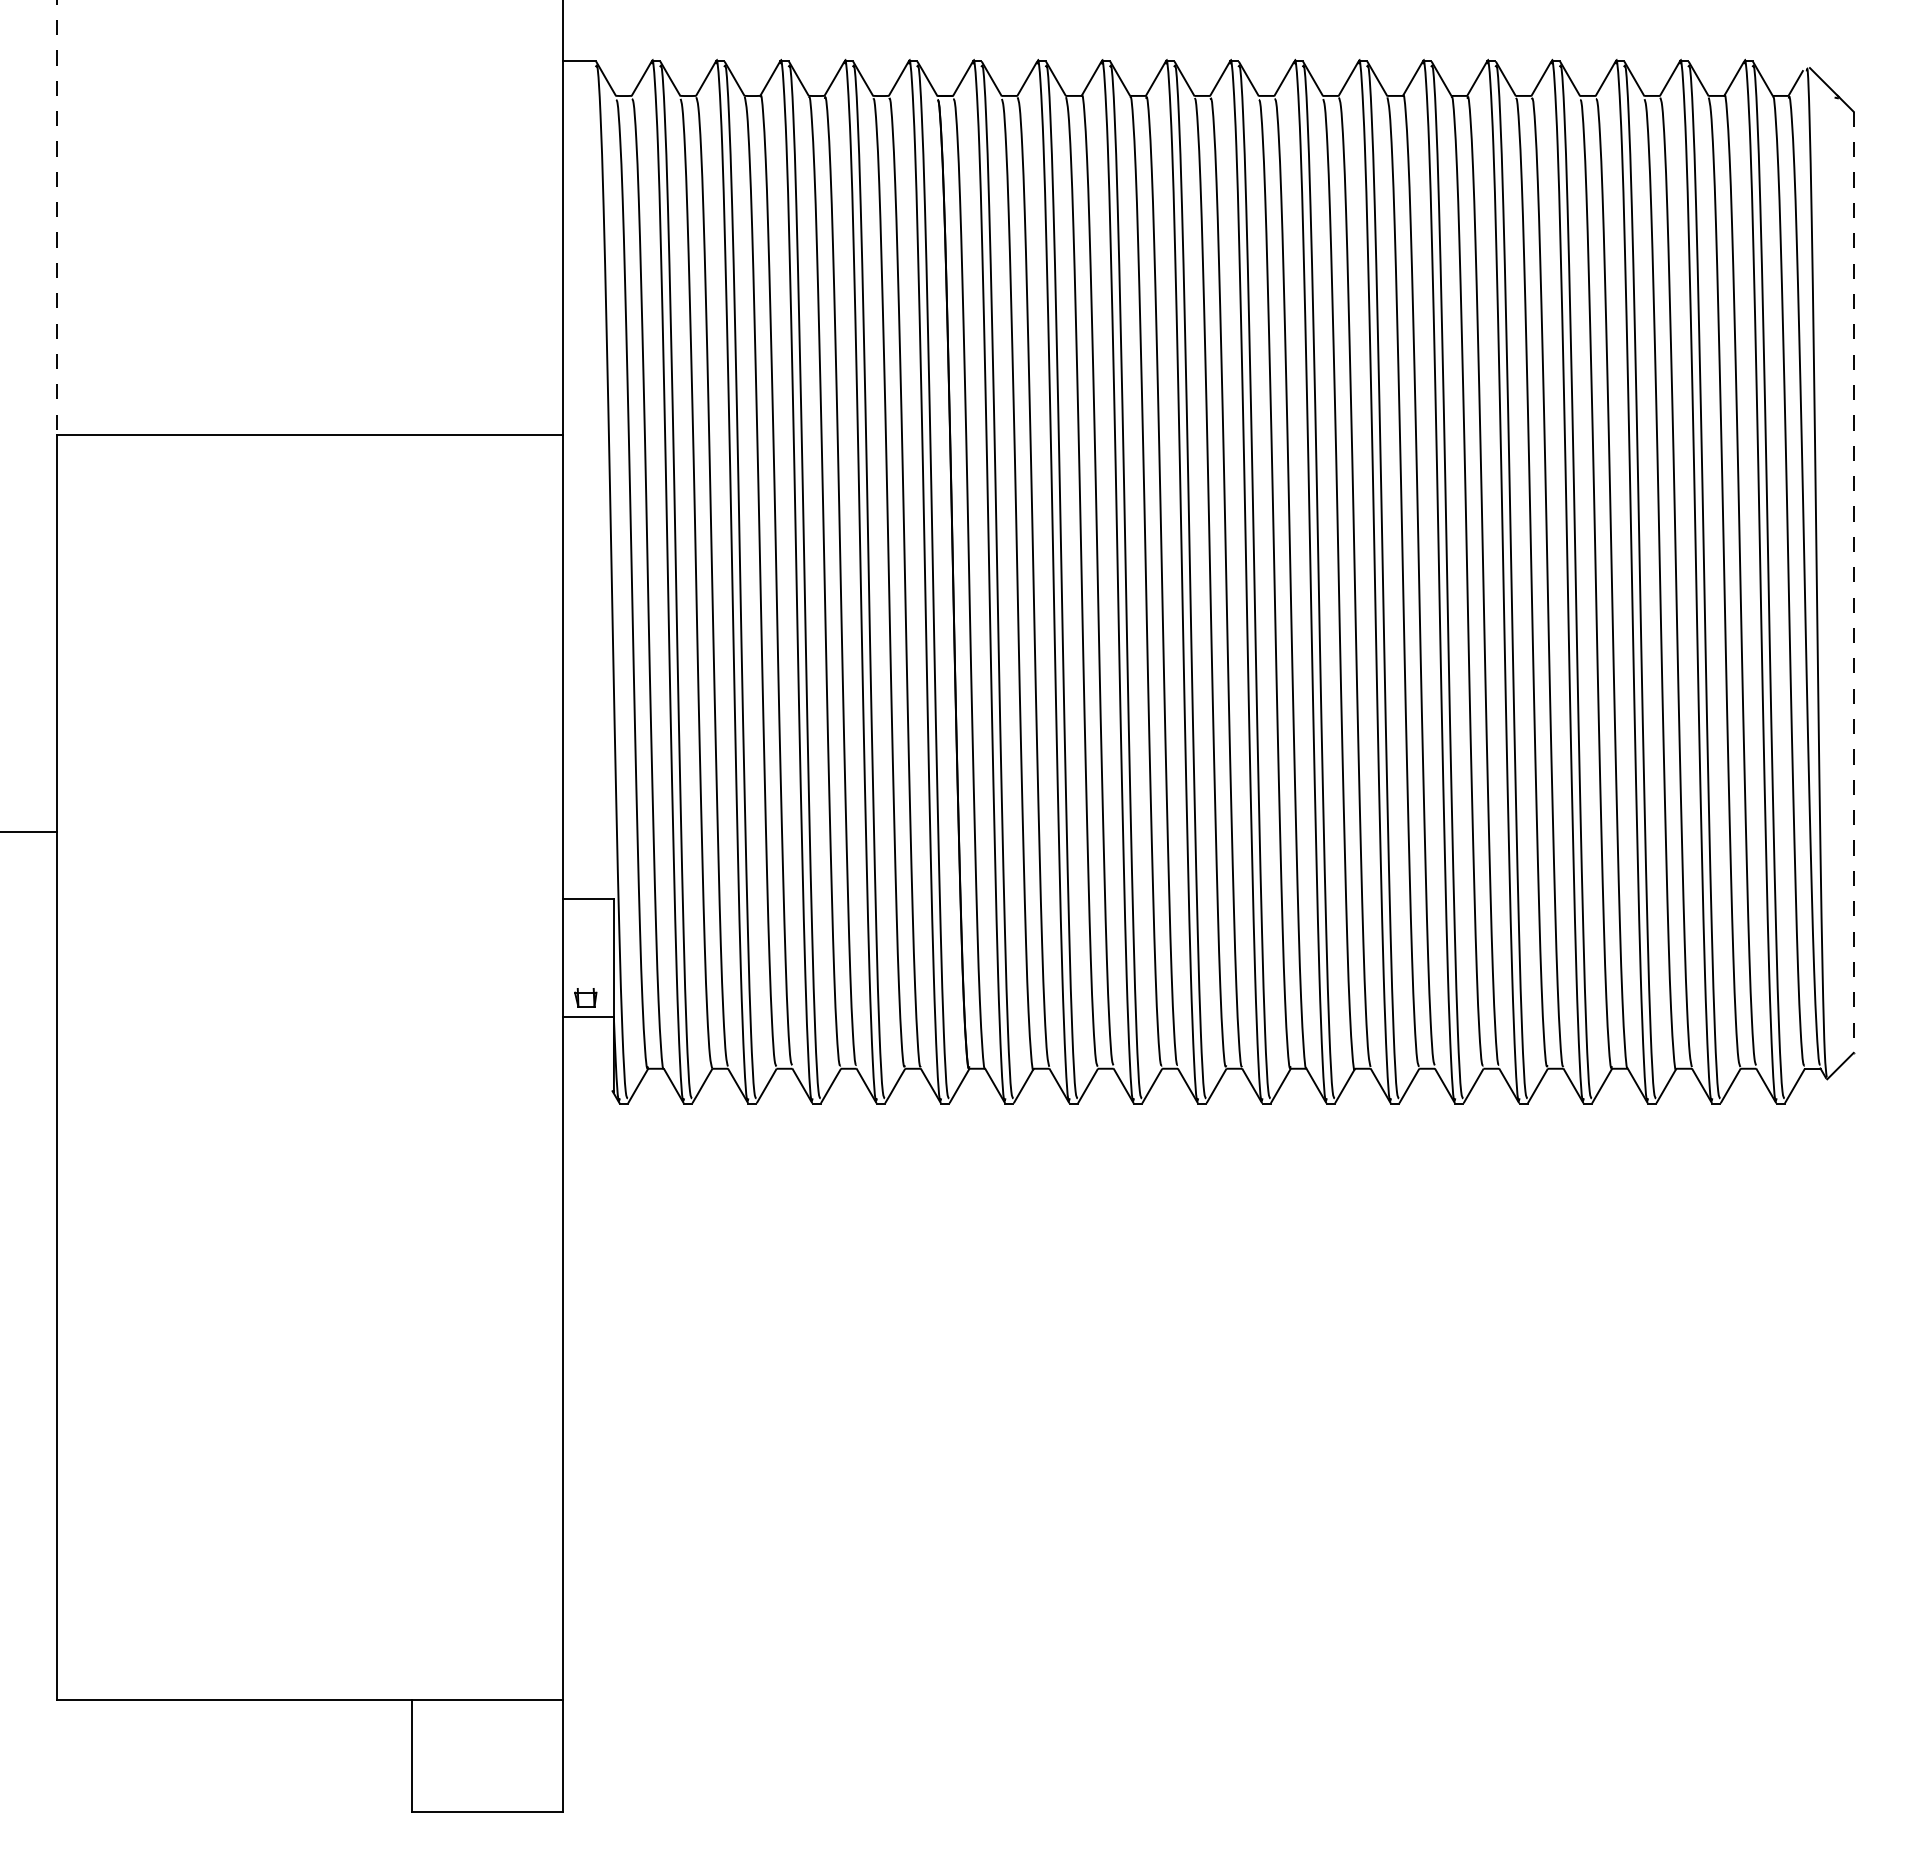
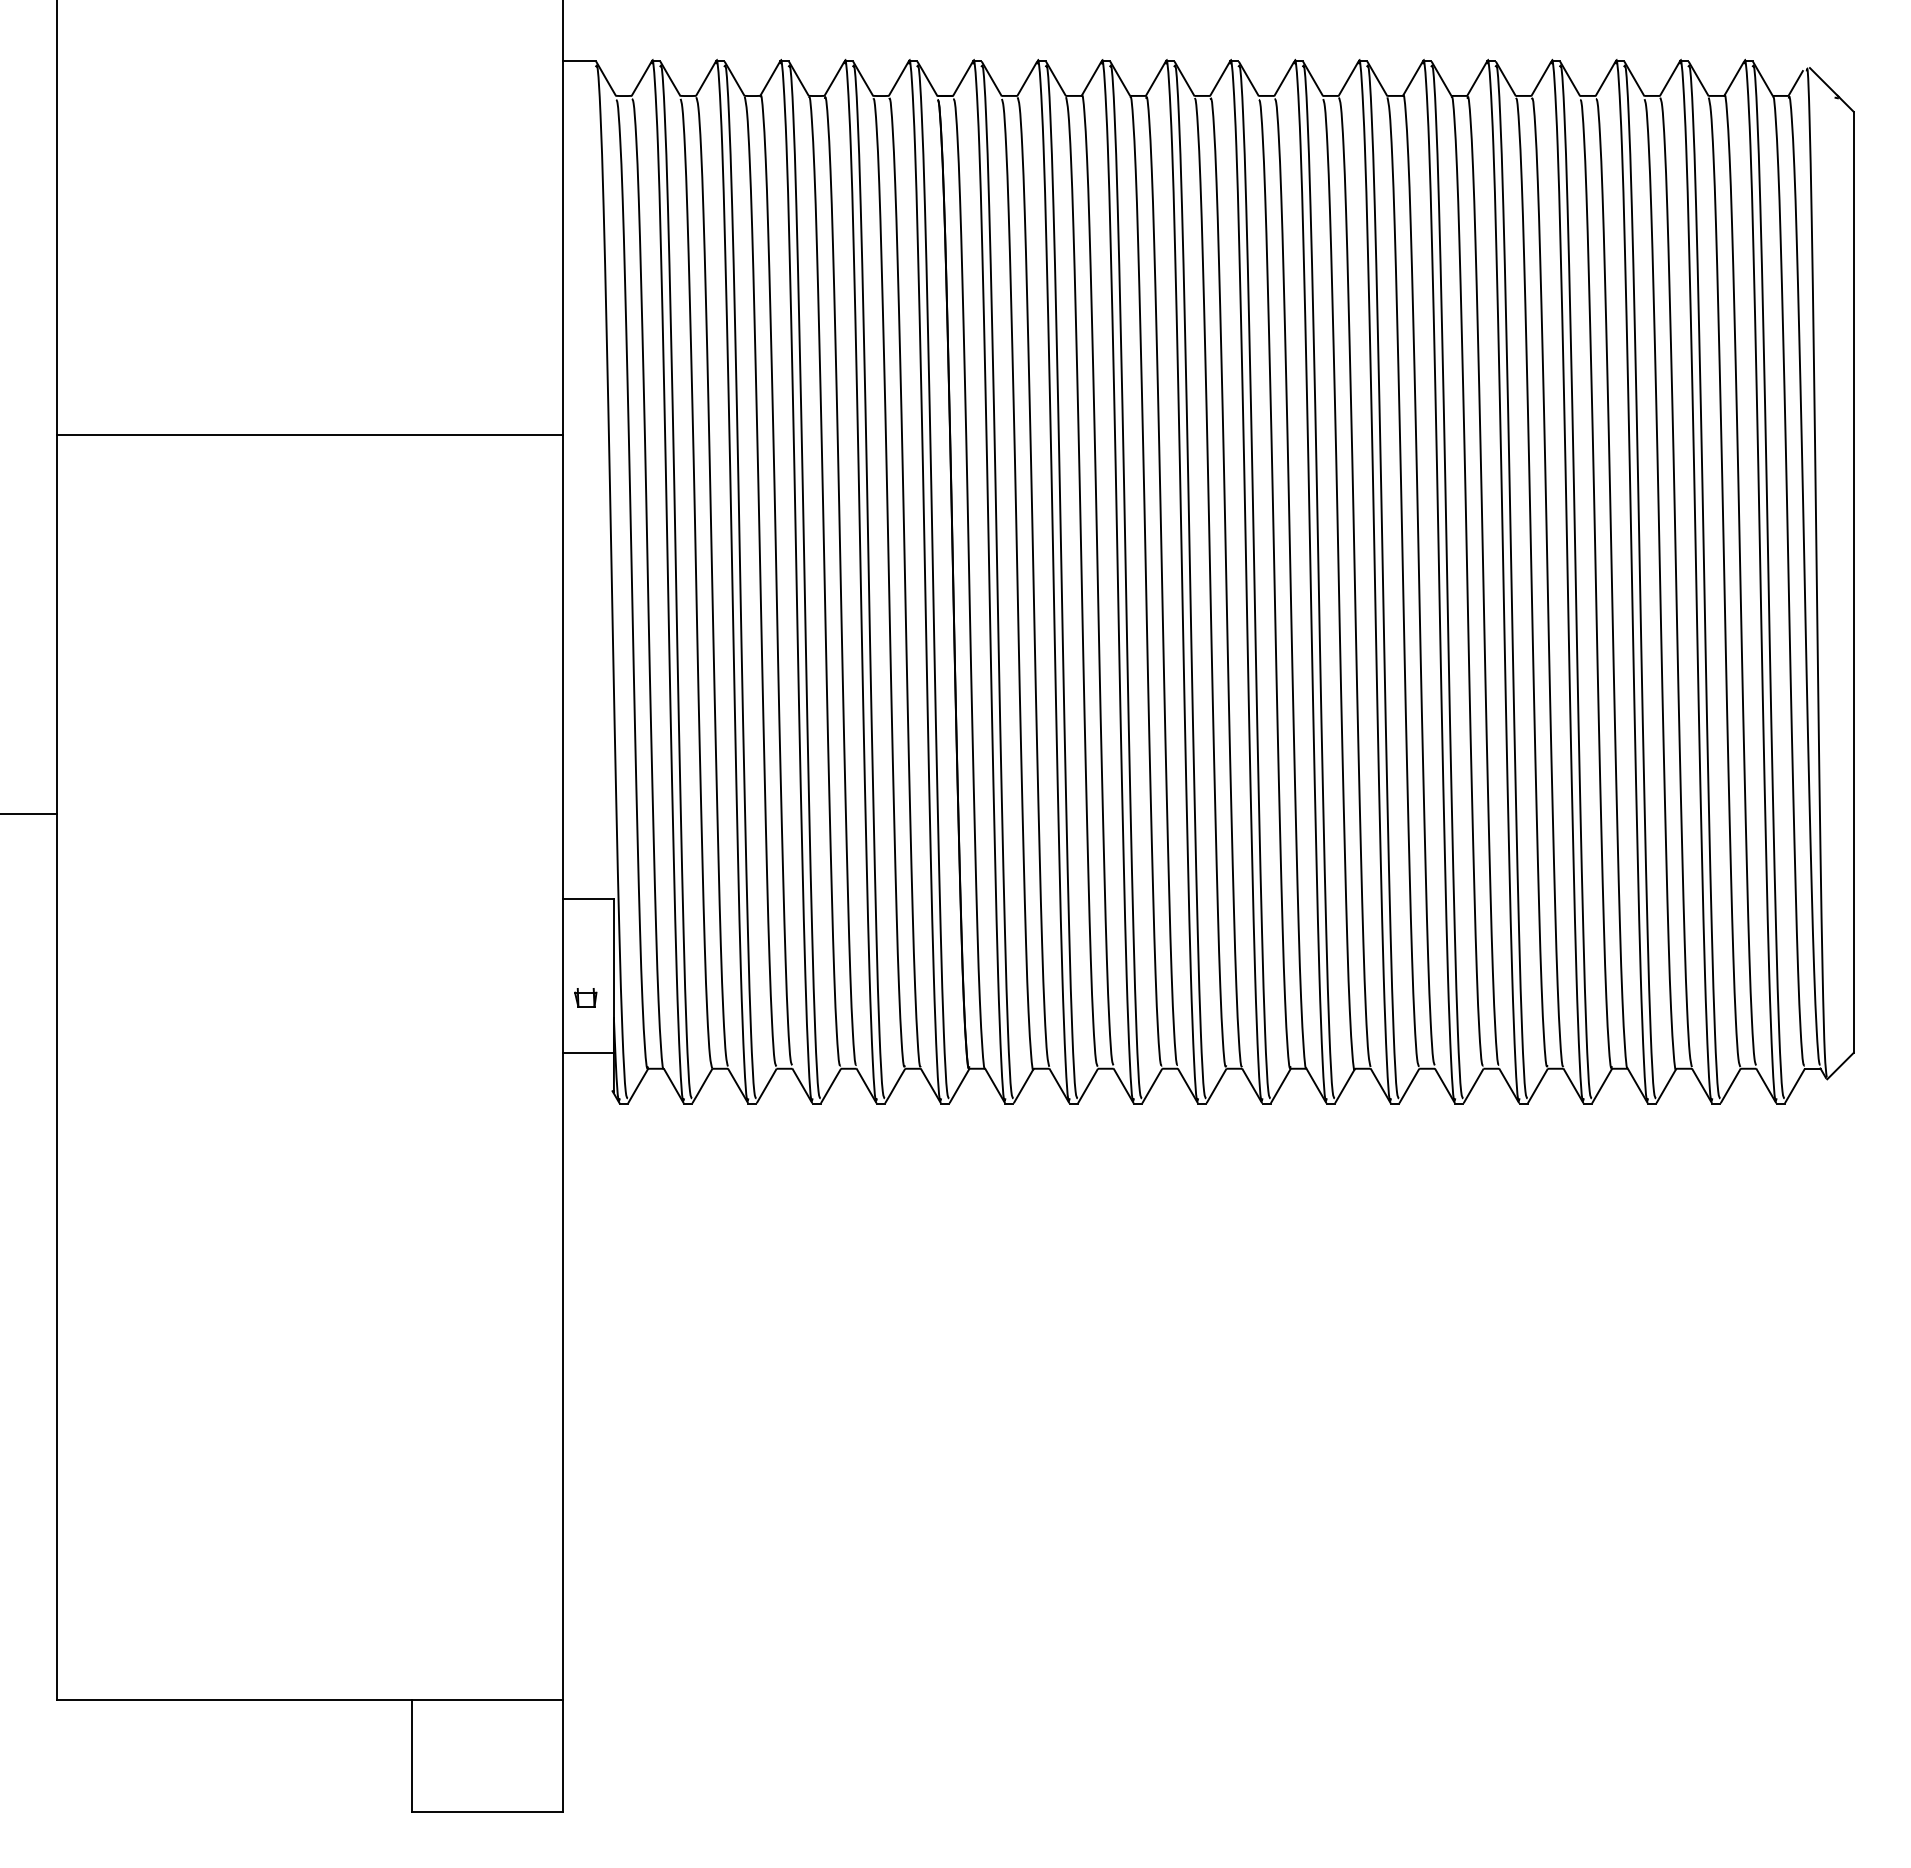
line at (57, 217): dashed -> solid
line at (1853, 582): dashed -> solid
line at (29, 832) position: (29, 832) -> (29, 814)
line at (588, 1017) position: (588, 1017) -> (588, 1053)
